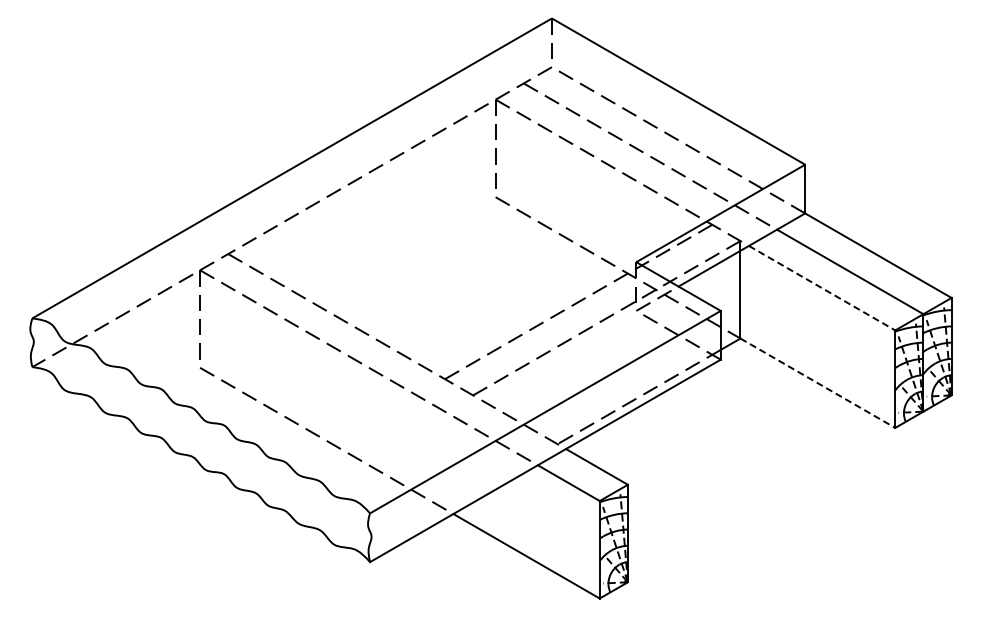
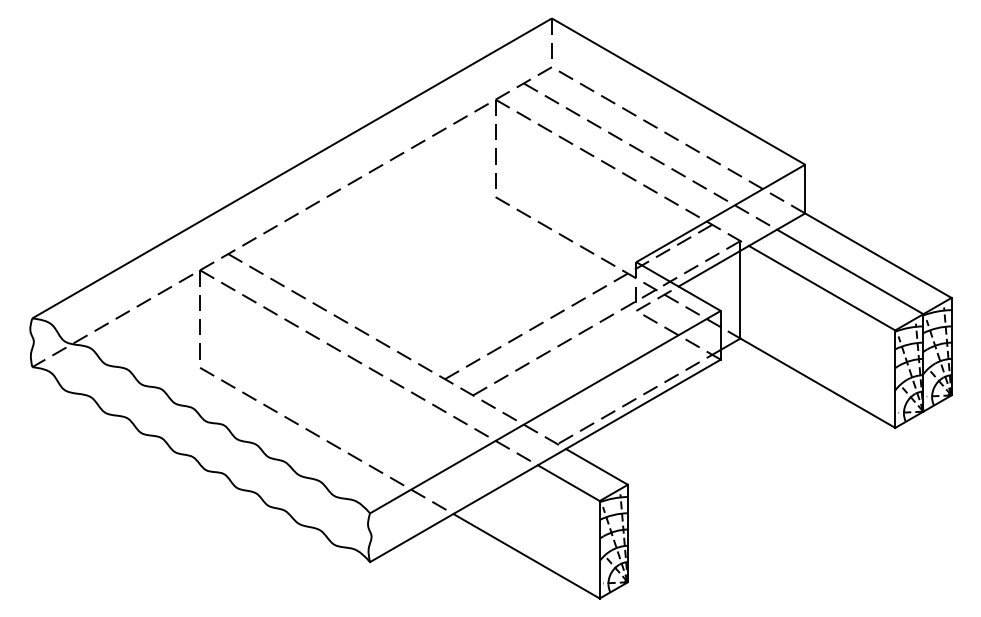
line at (822, 288): dashed -> solid
line at (818, 383): dashed -> solid
